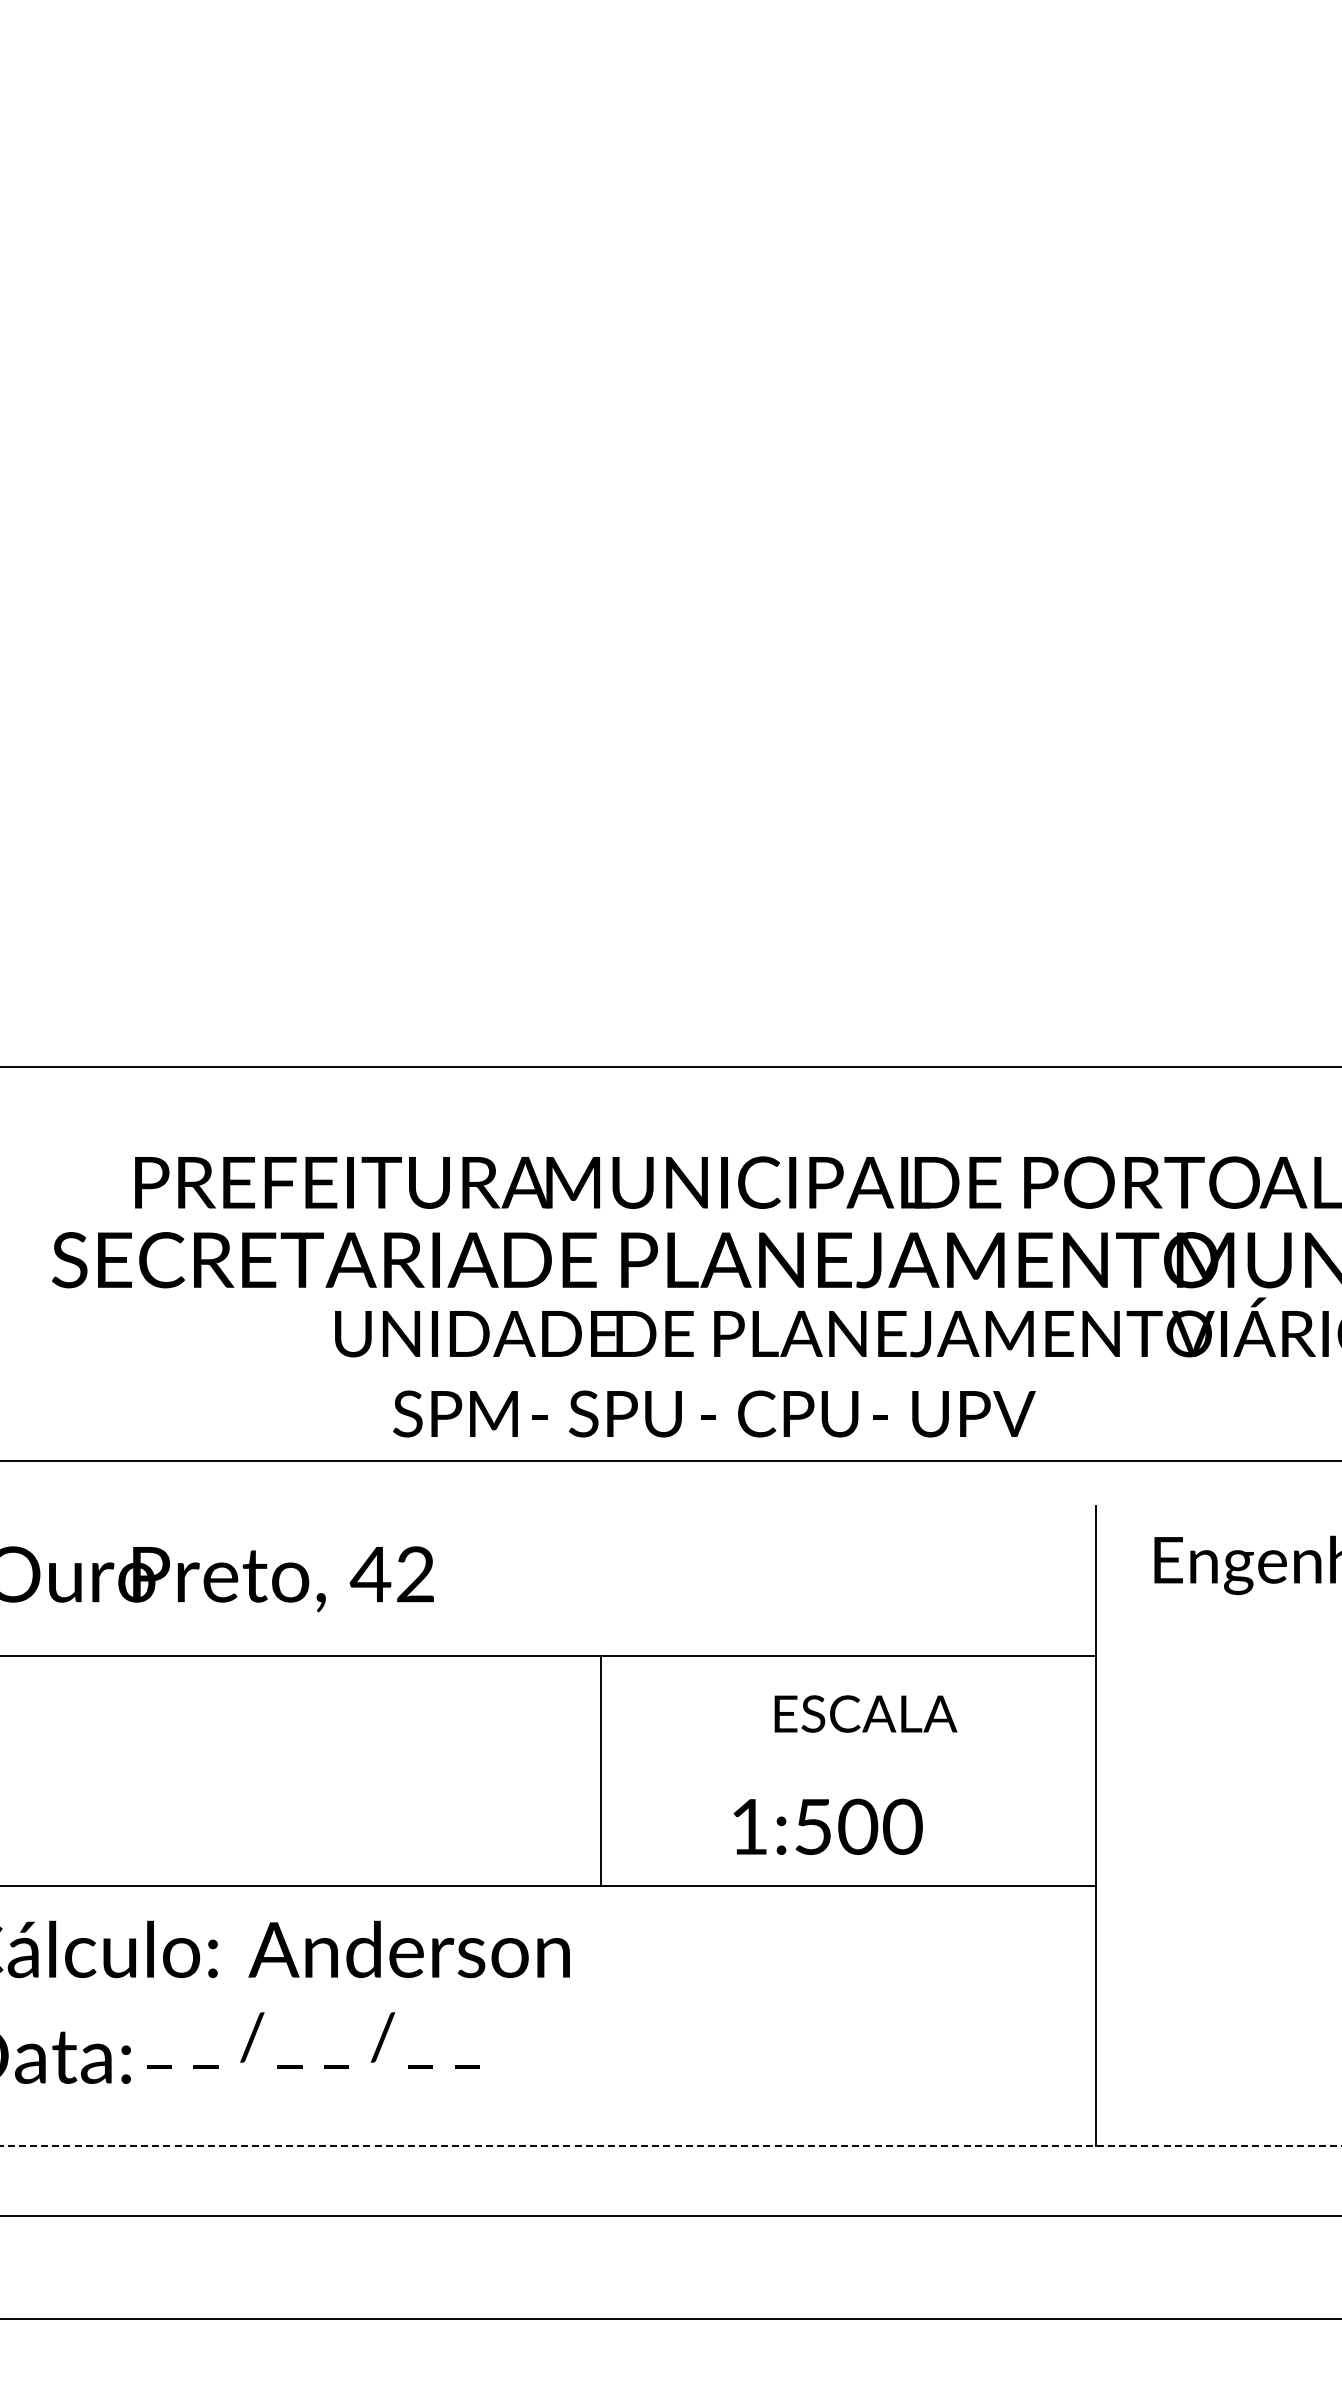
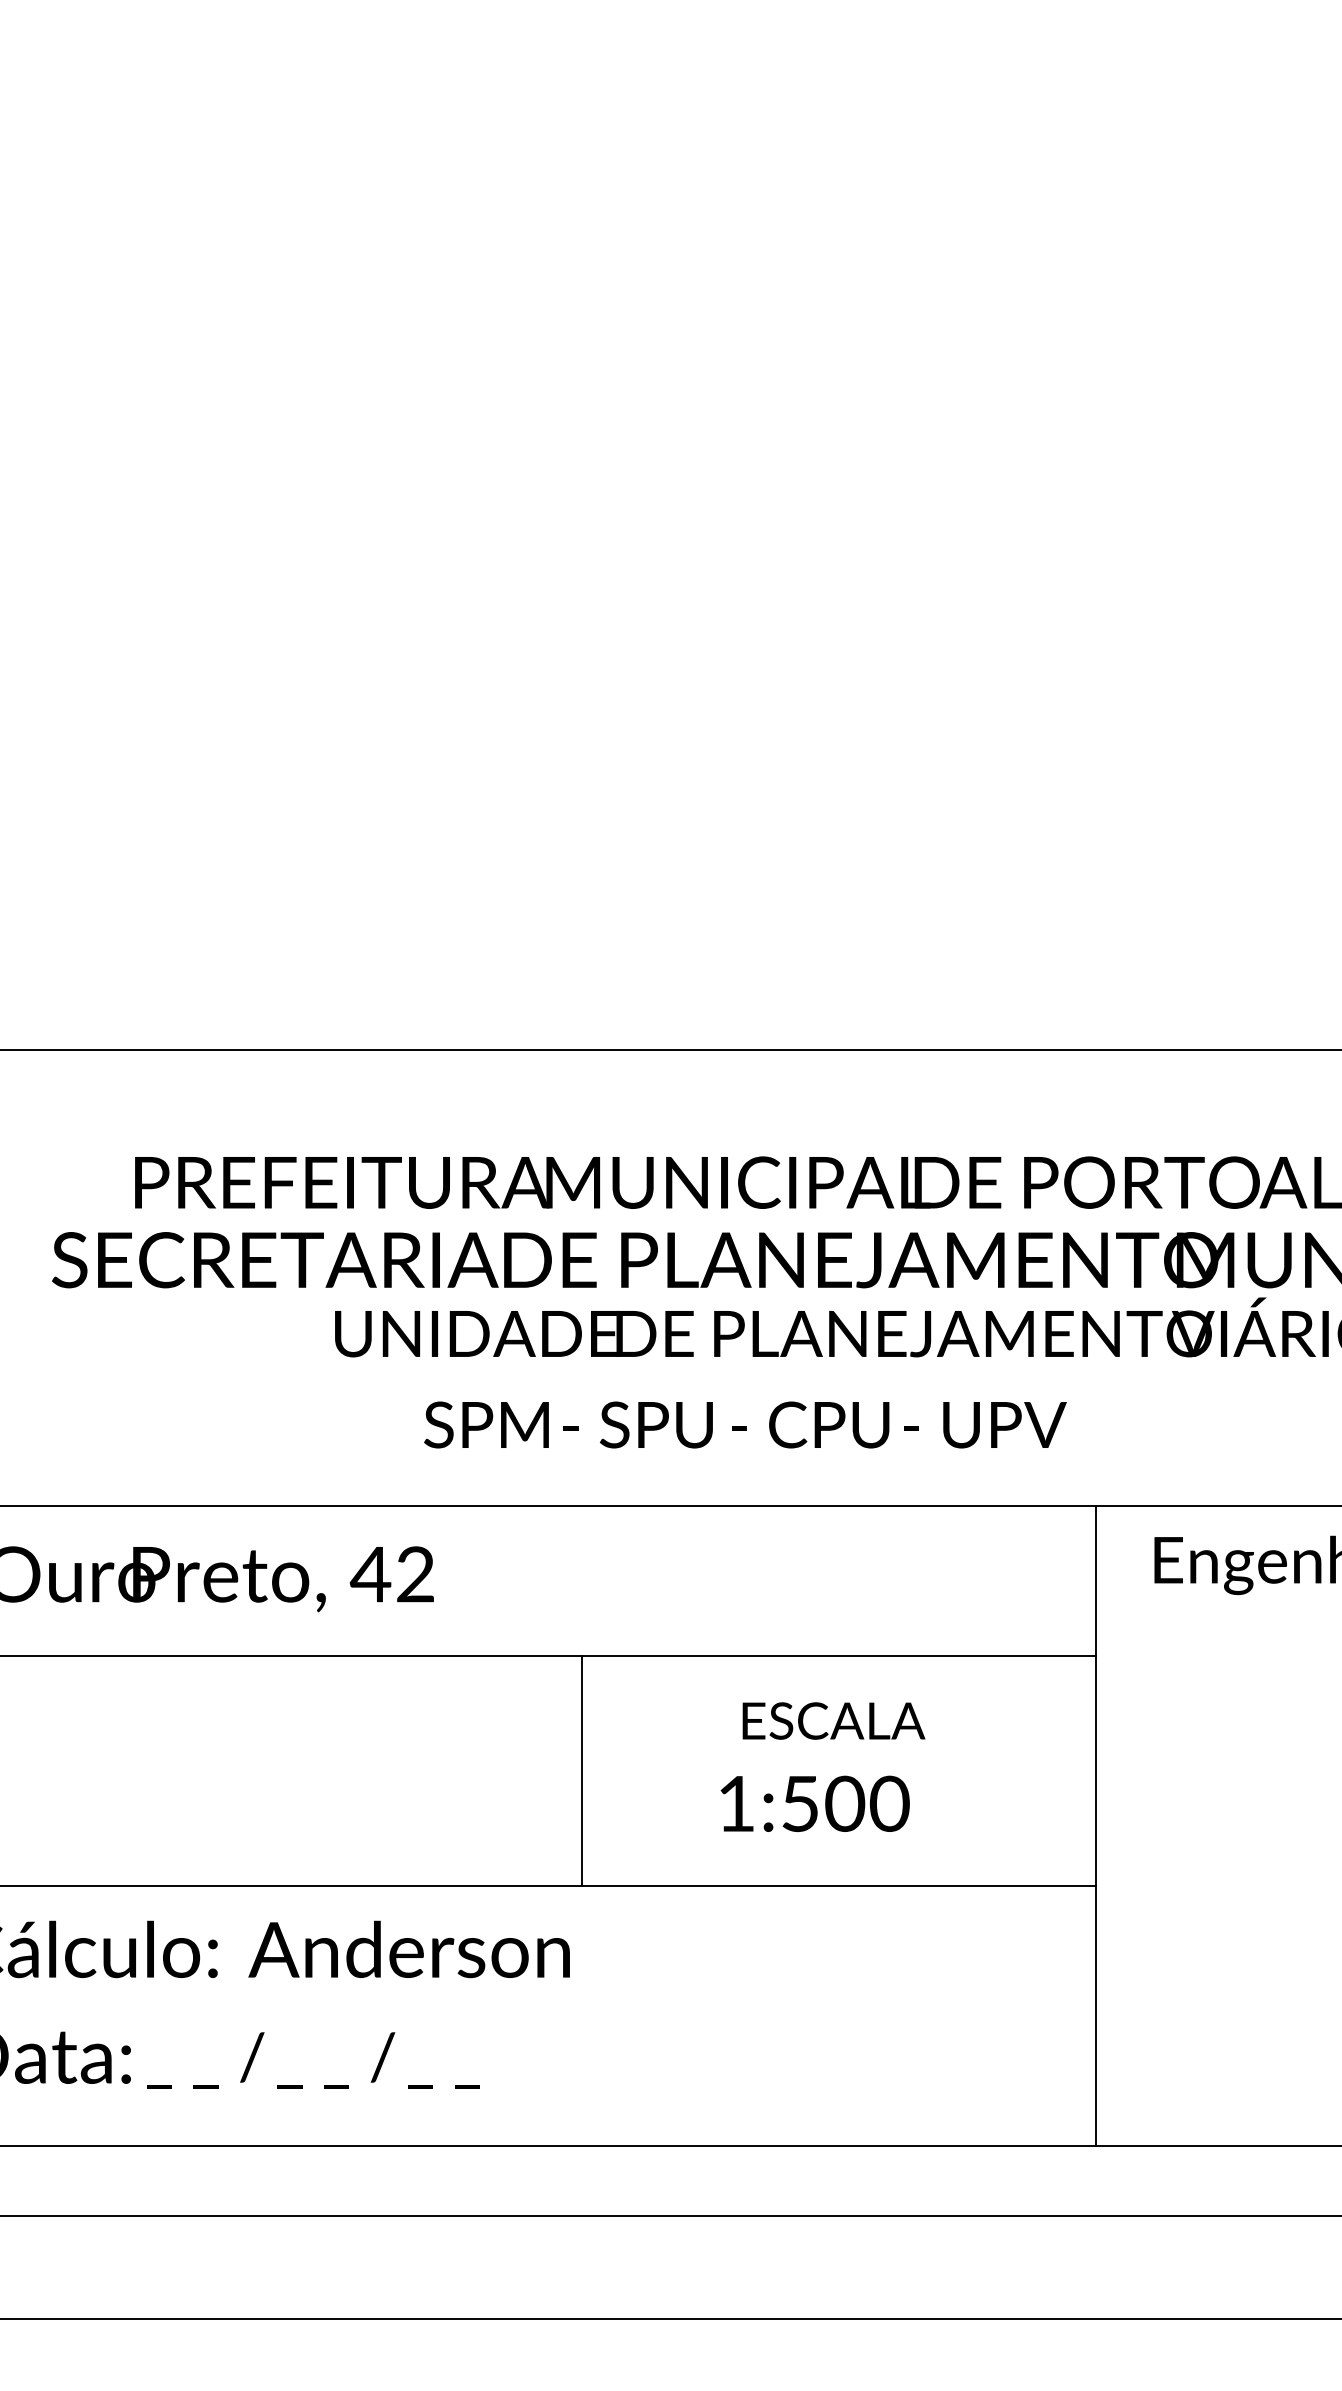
line at (670, 1067) position: (670, 1067) -> (670, 1050)
text at (714, 1413) position: (714, 1413) -> (745, 1424)
line at (670, 1461) position: (670, 1461) -> (670, 1506)
text at (865, 1713) position: (865, 1713) -> (833, 1720)
line at (600, 1771) position: (600, 1771) -> (581, 1771)
text at (827, 1826) position: (827, 1826) -> (814, 1803)
text at (313, 2040) position: (313, 2040) -> (313, 2060)
line at (670, 2145): dashed -> solid
